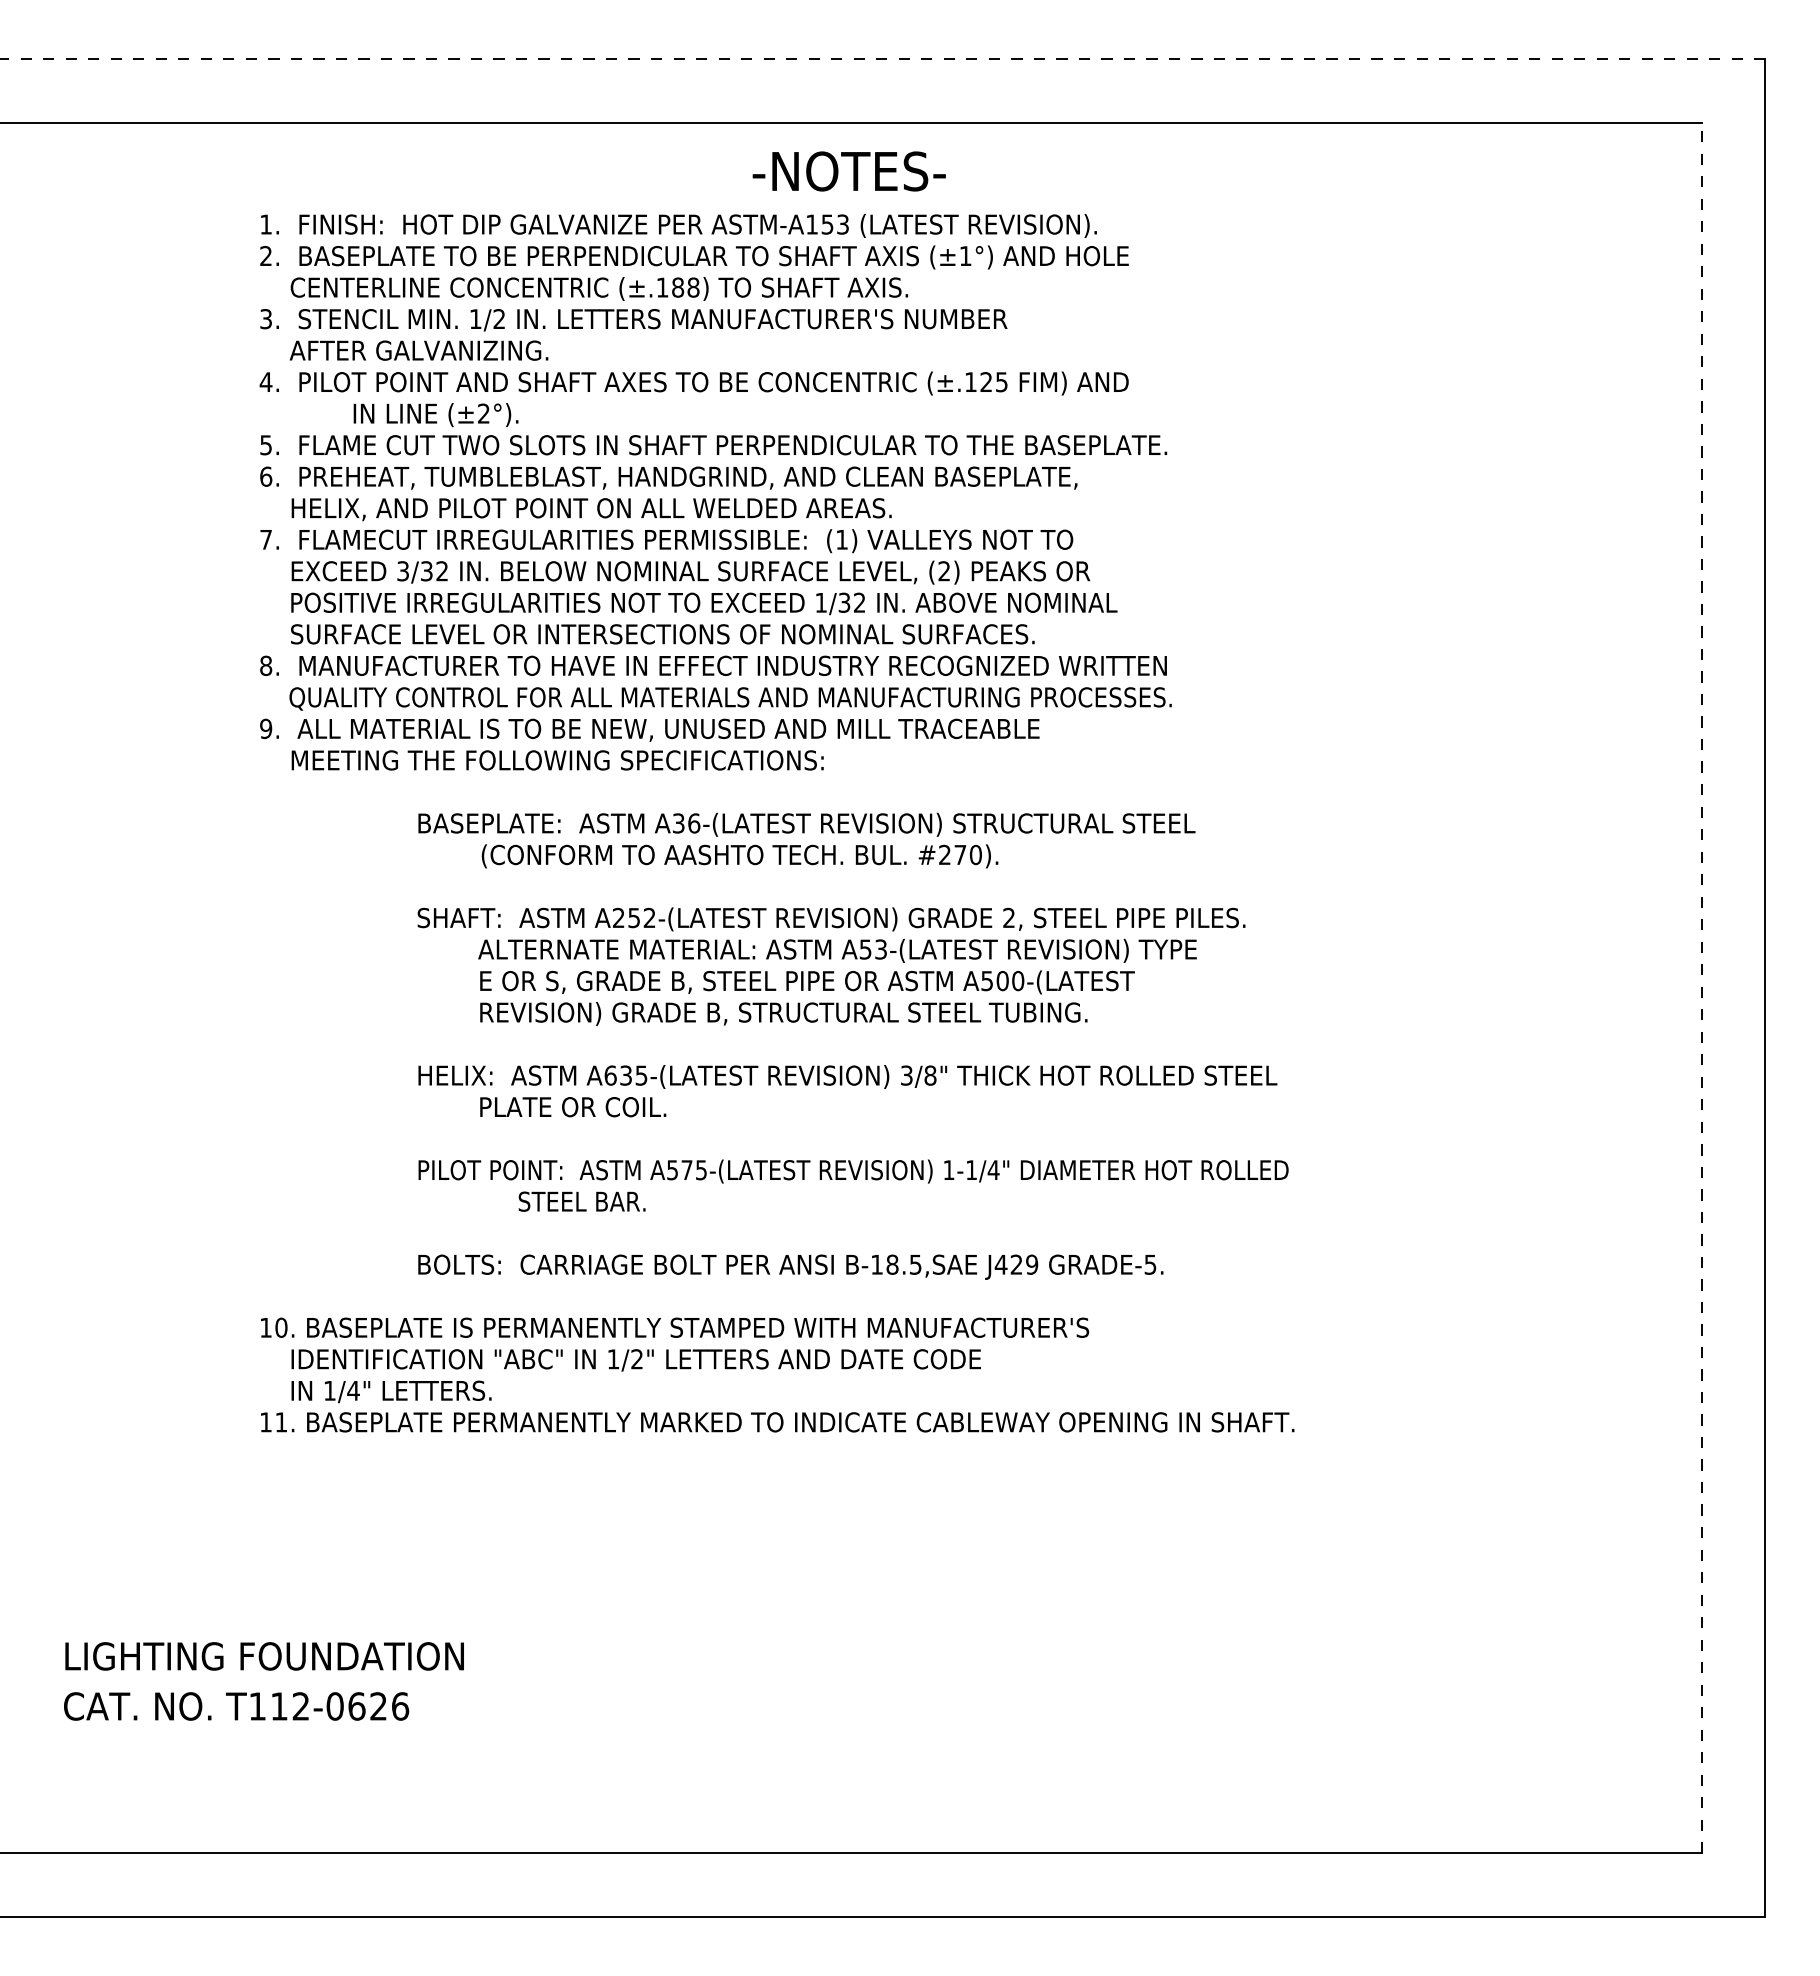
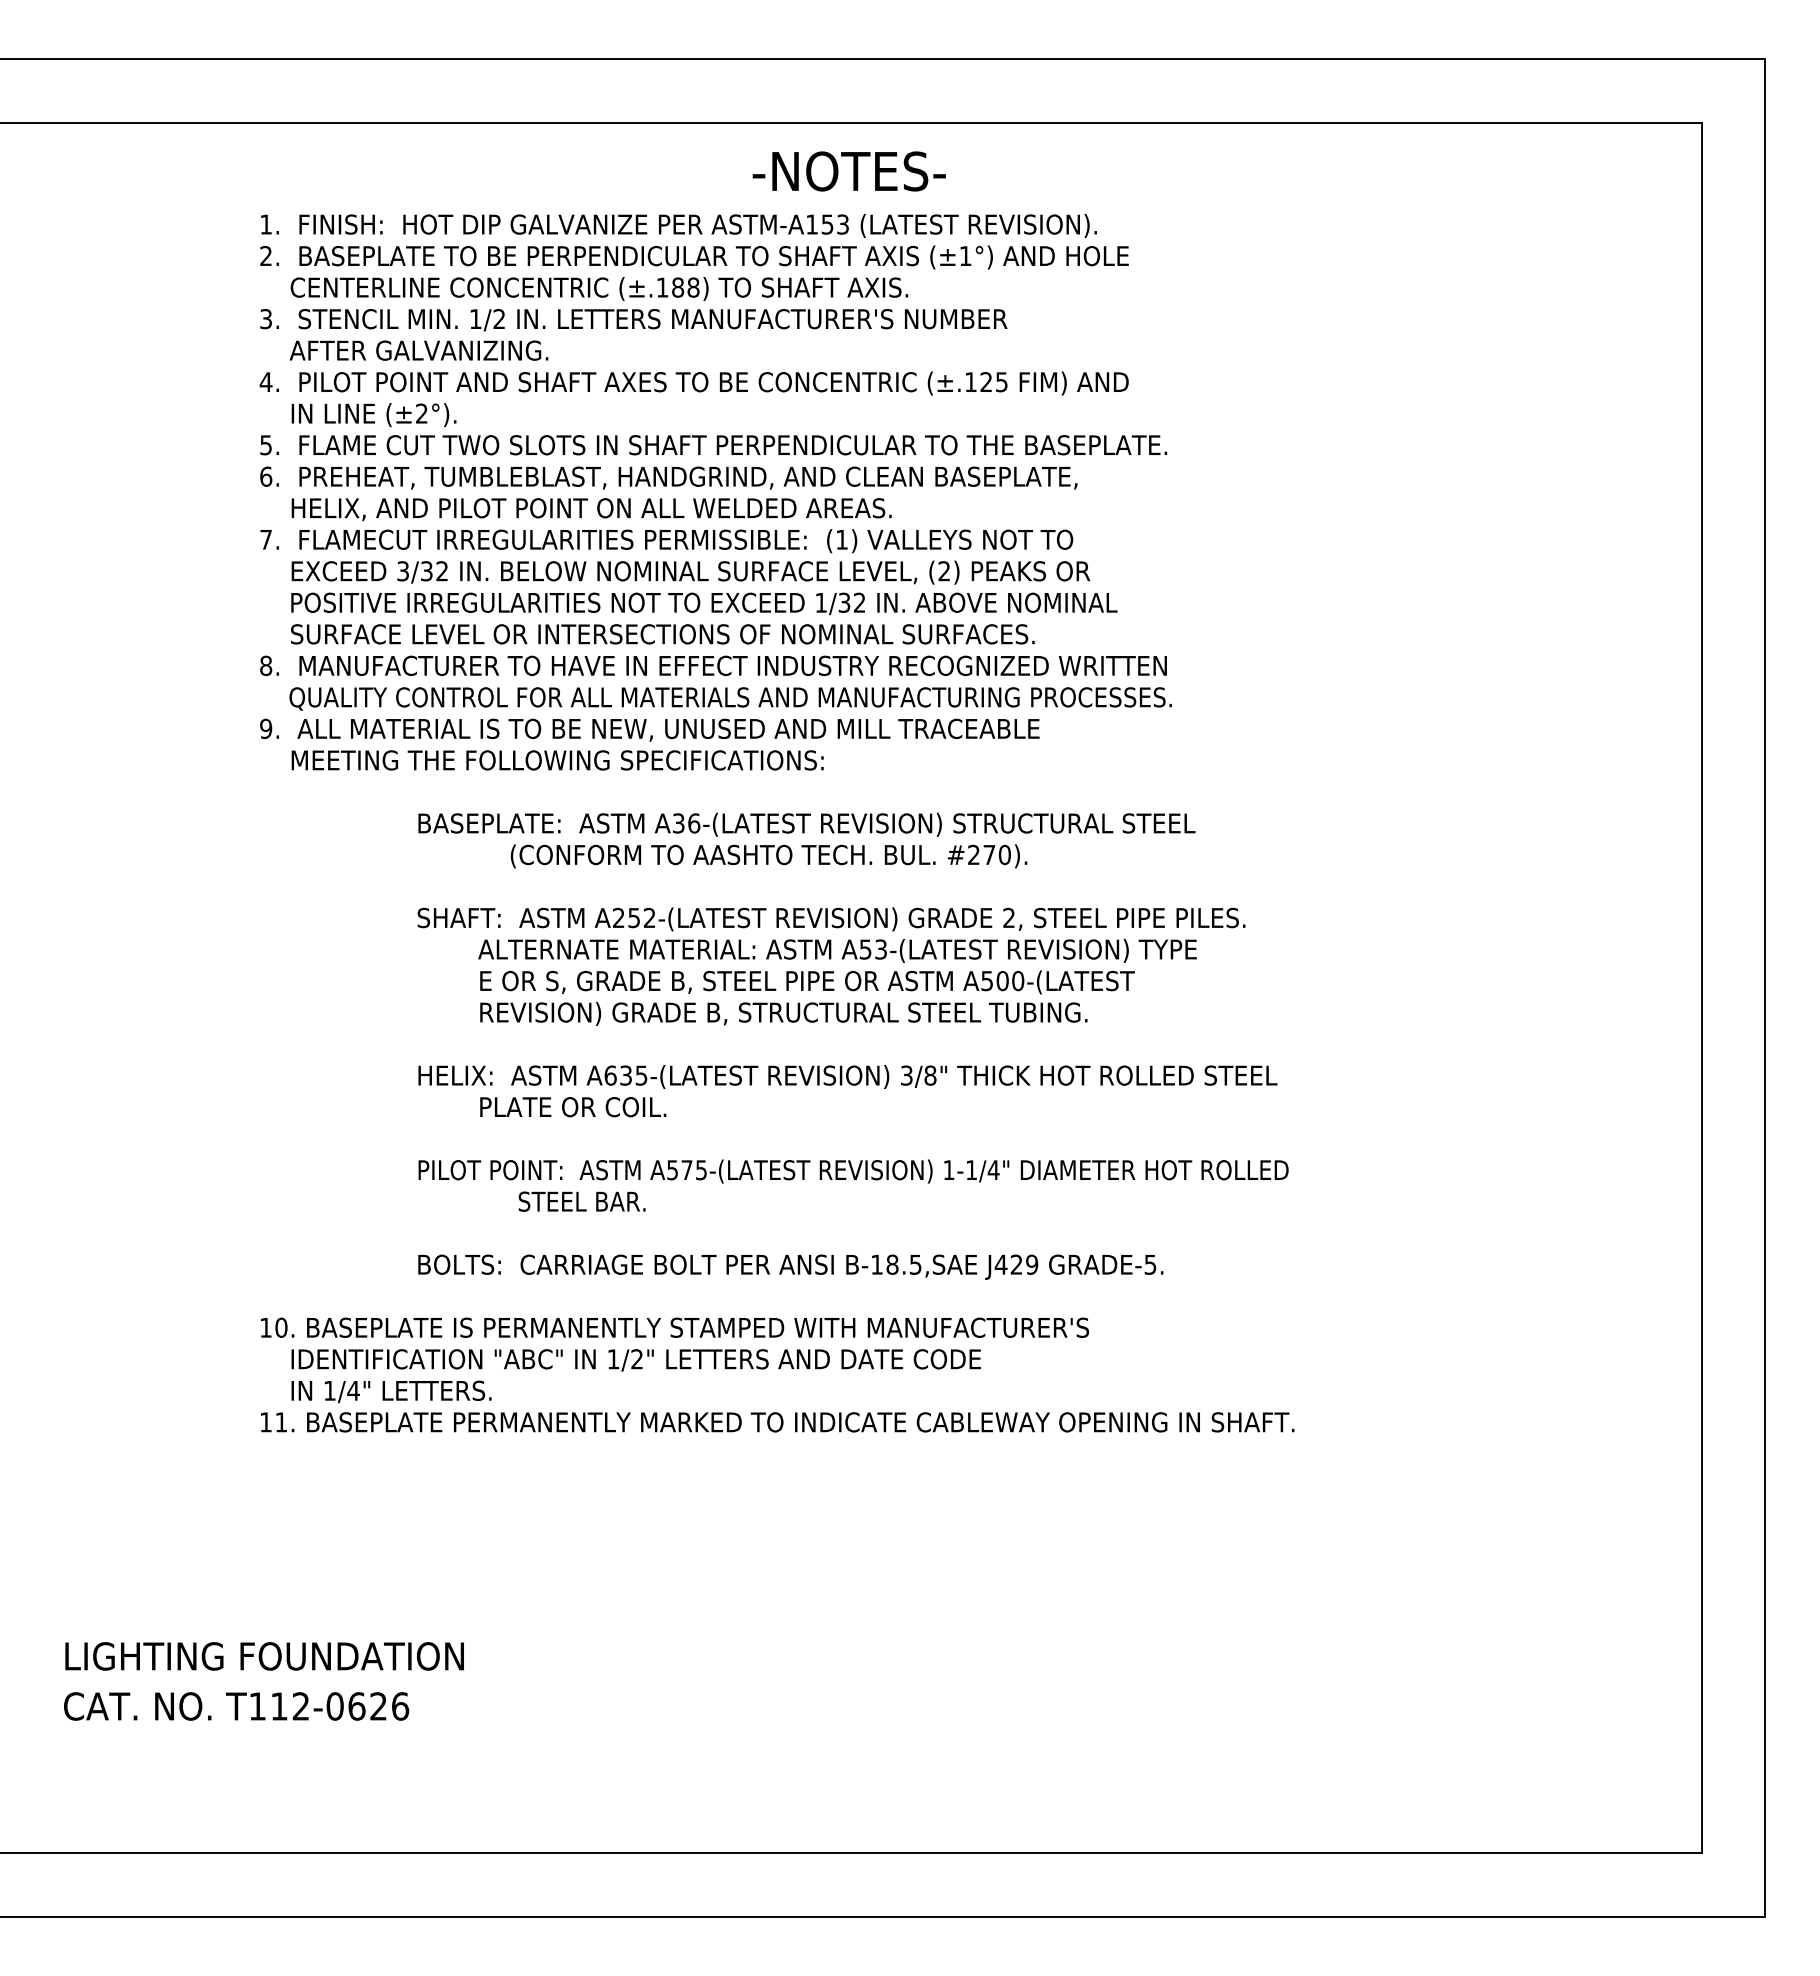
line at (882, 59): dashed -> solid
text at (435, 414) position: (435, 414) -> (373, 414)
text at (739, 856) position: (739, 856) -> (768, 856)
line at (1702, 987): dashed -> solid
